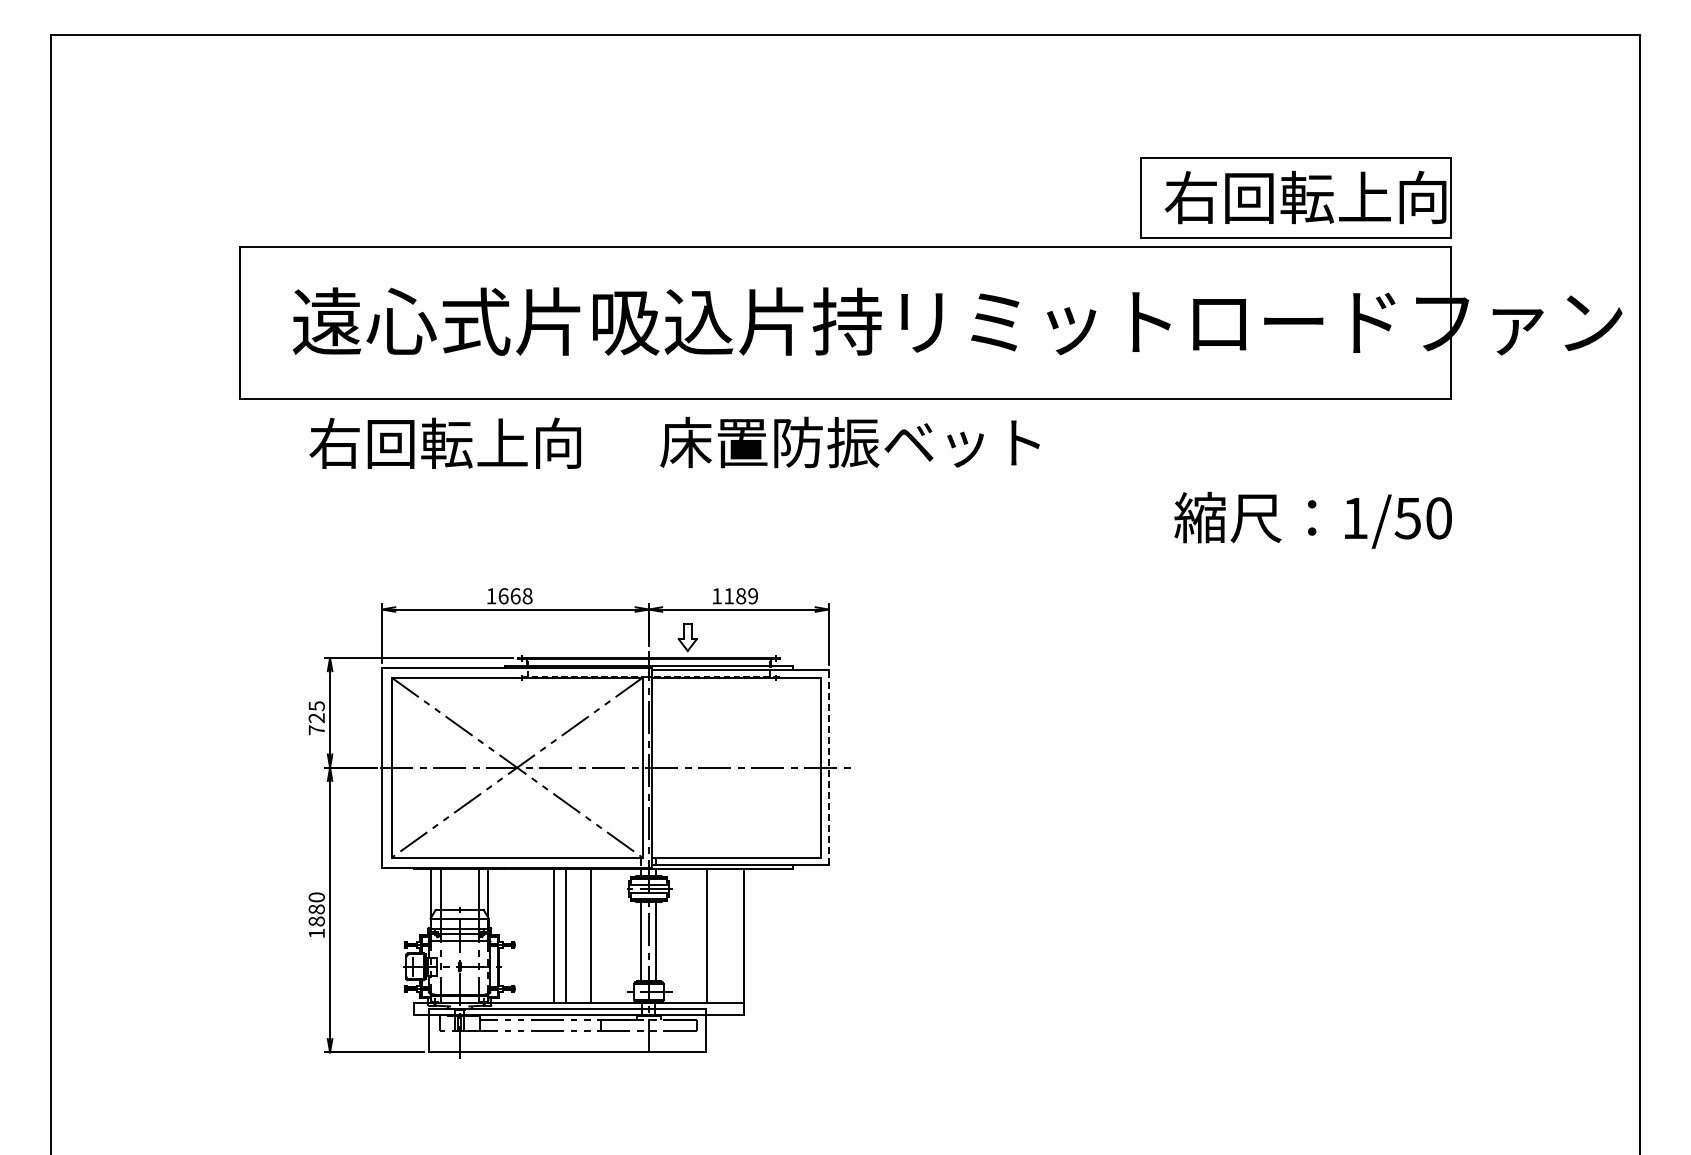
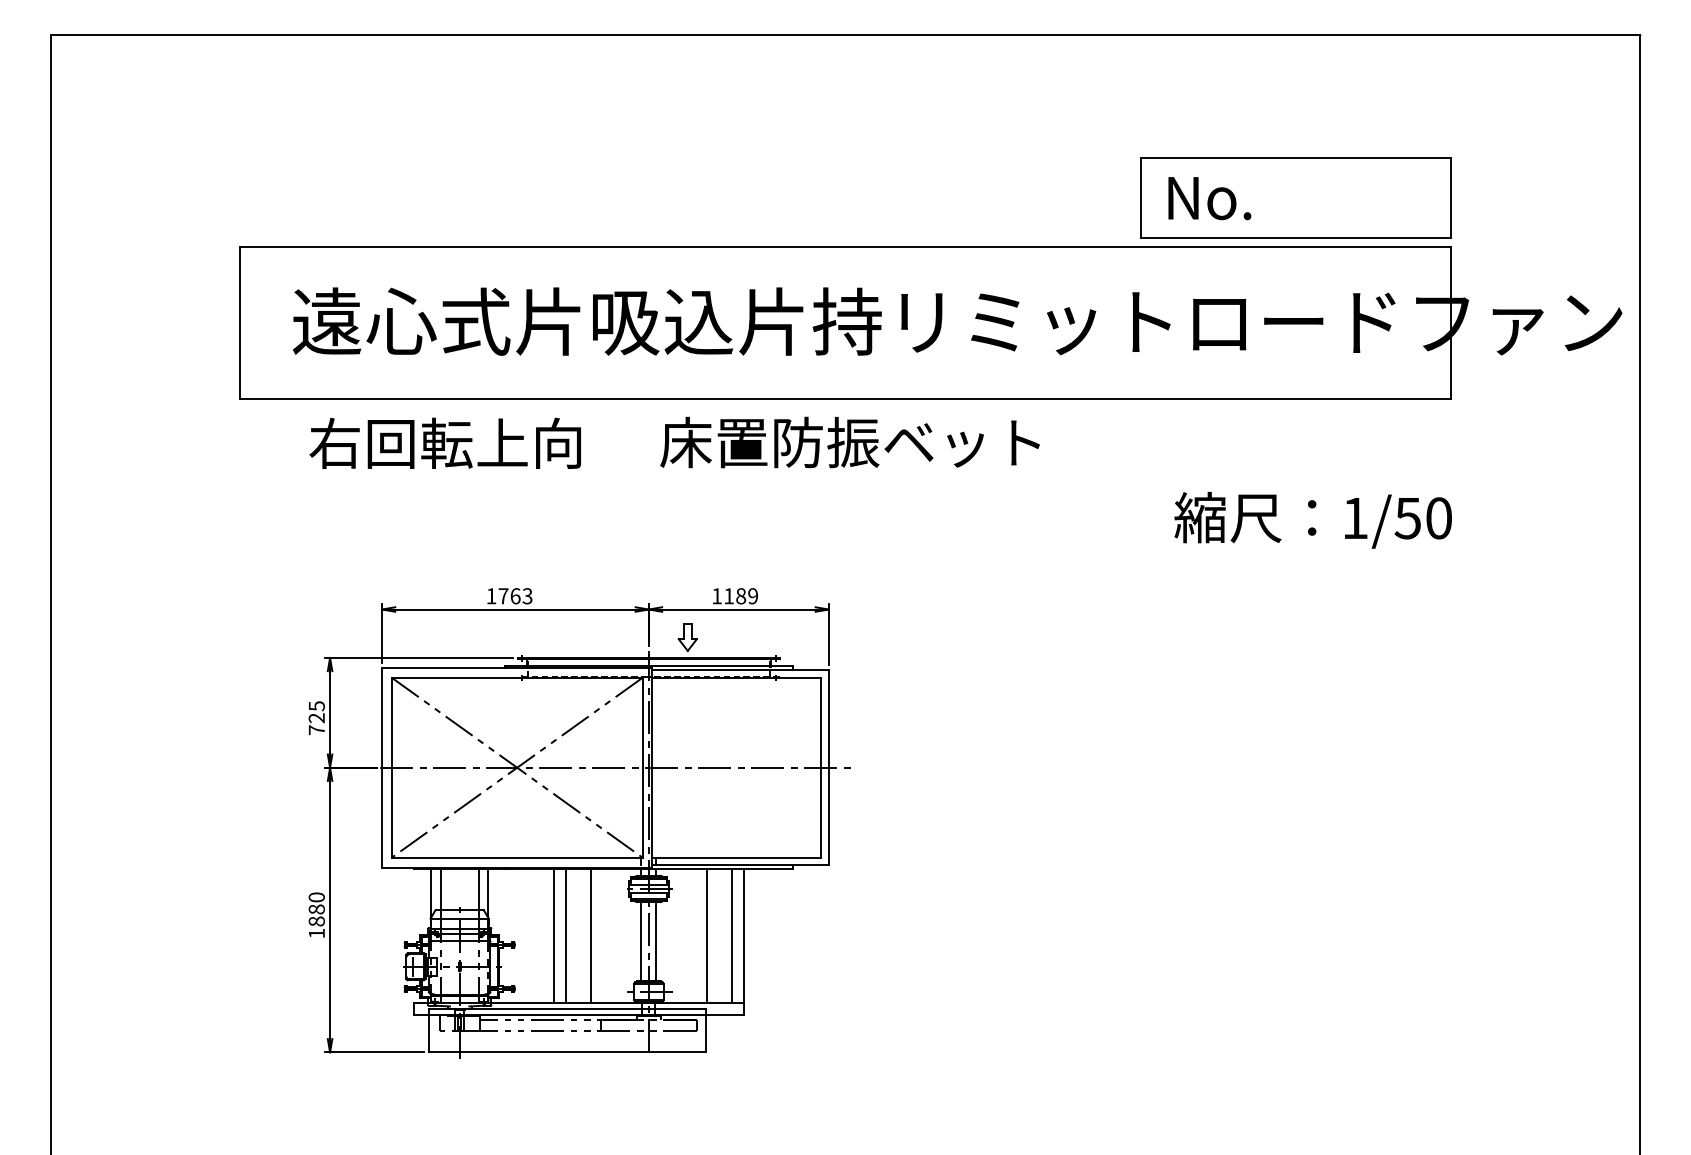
text at (1305, 197): 右回転上向 -> No.
text at (515, 596): 1668 -> 1763
line at (828, 767): dashed -> solid
line at (732, 936): none -> present
